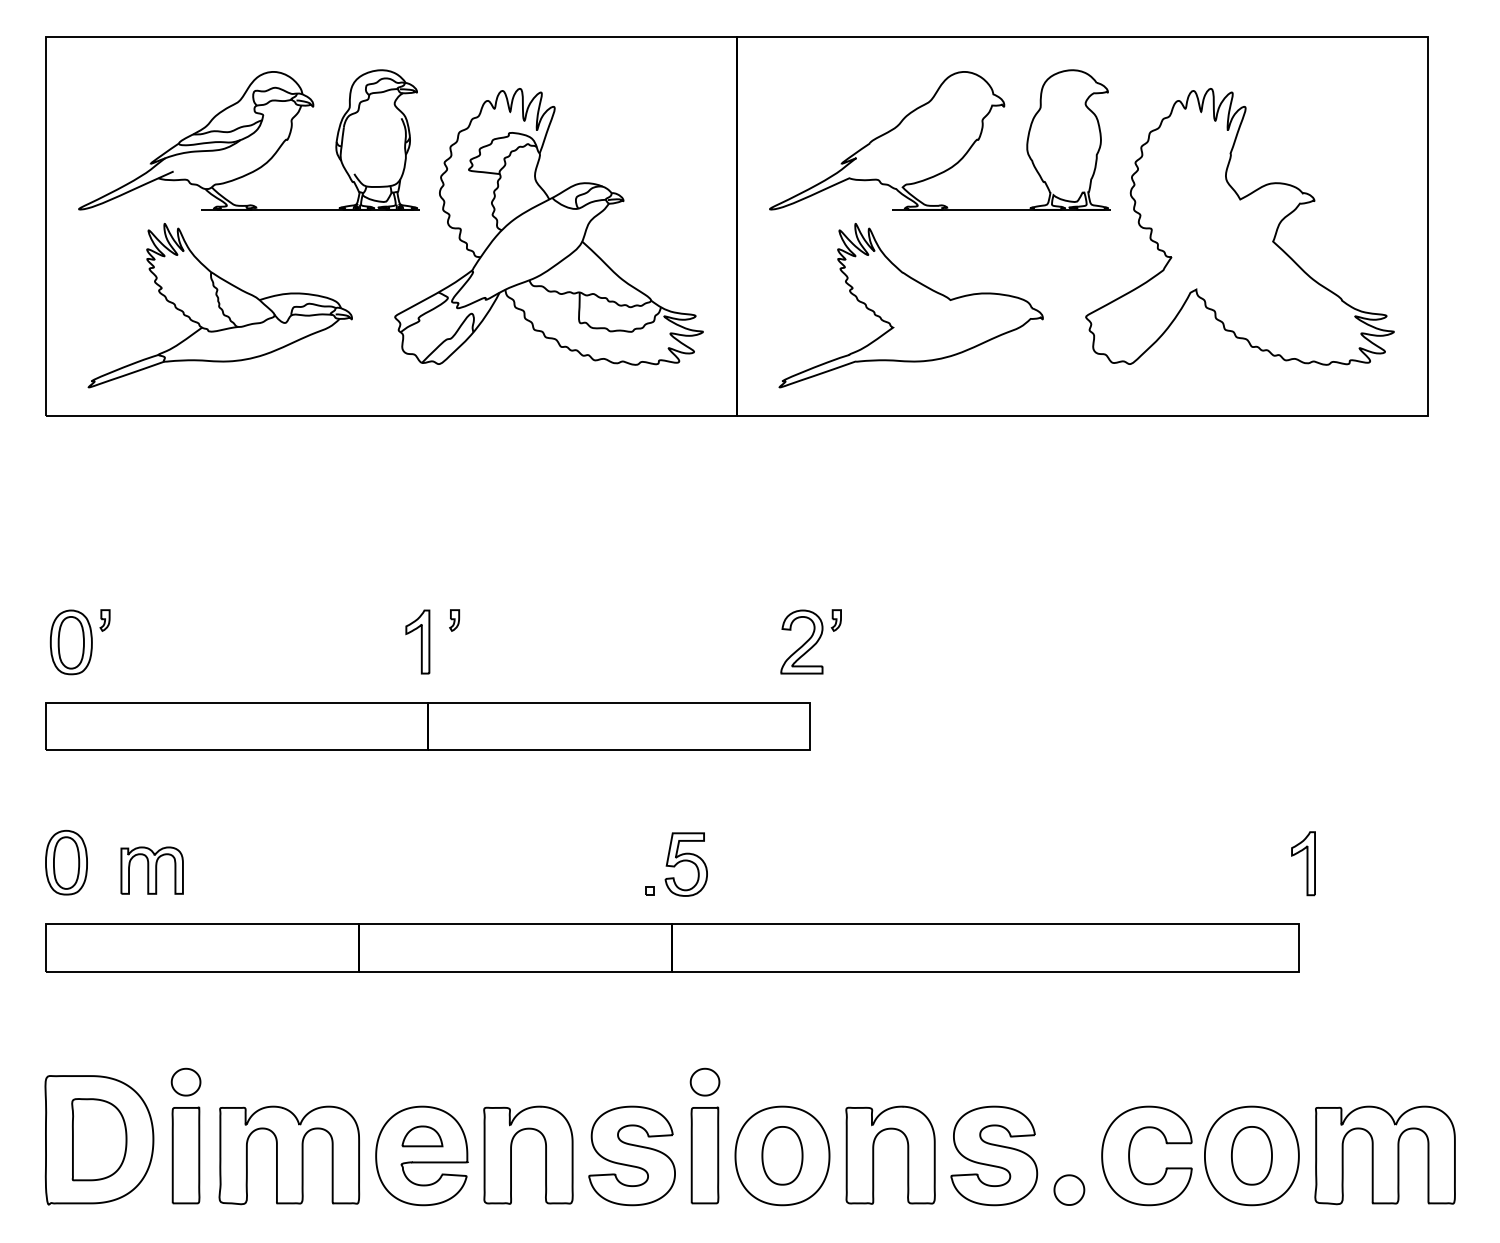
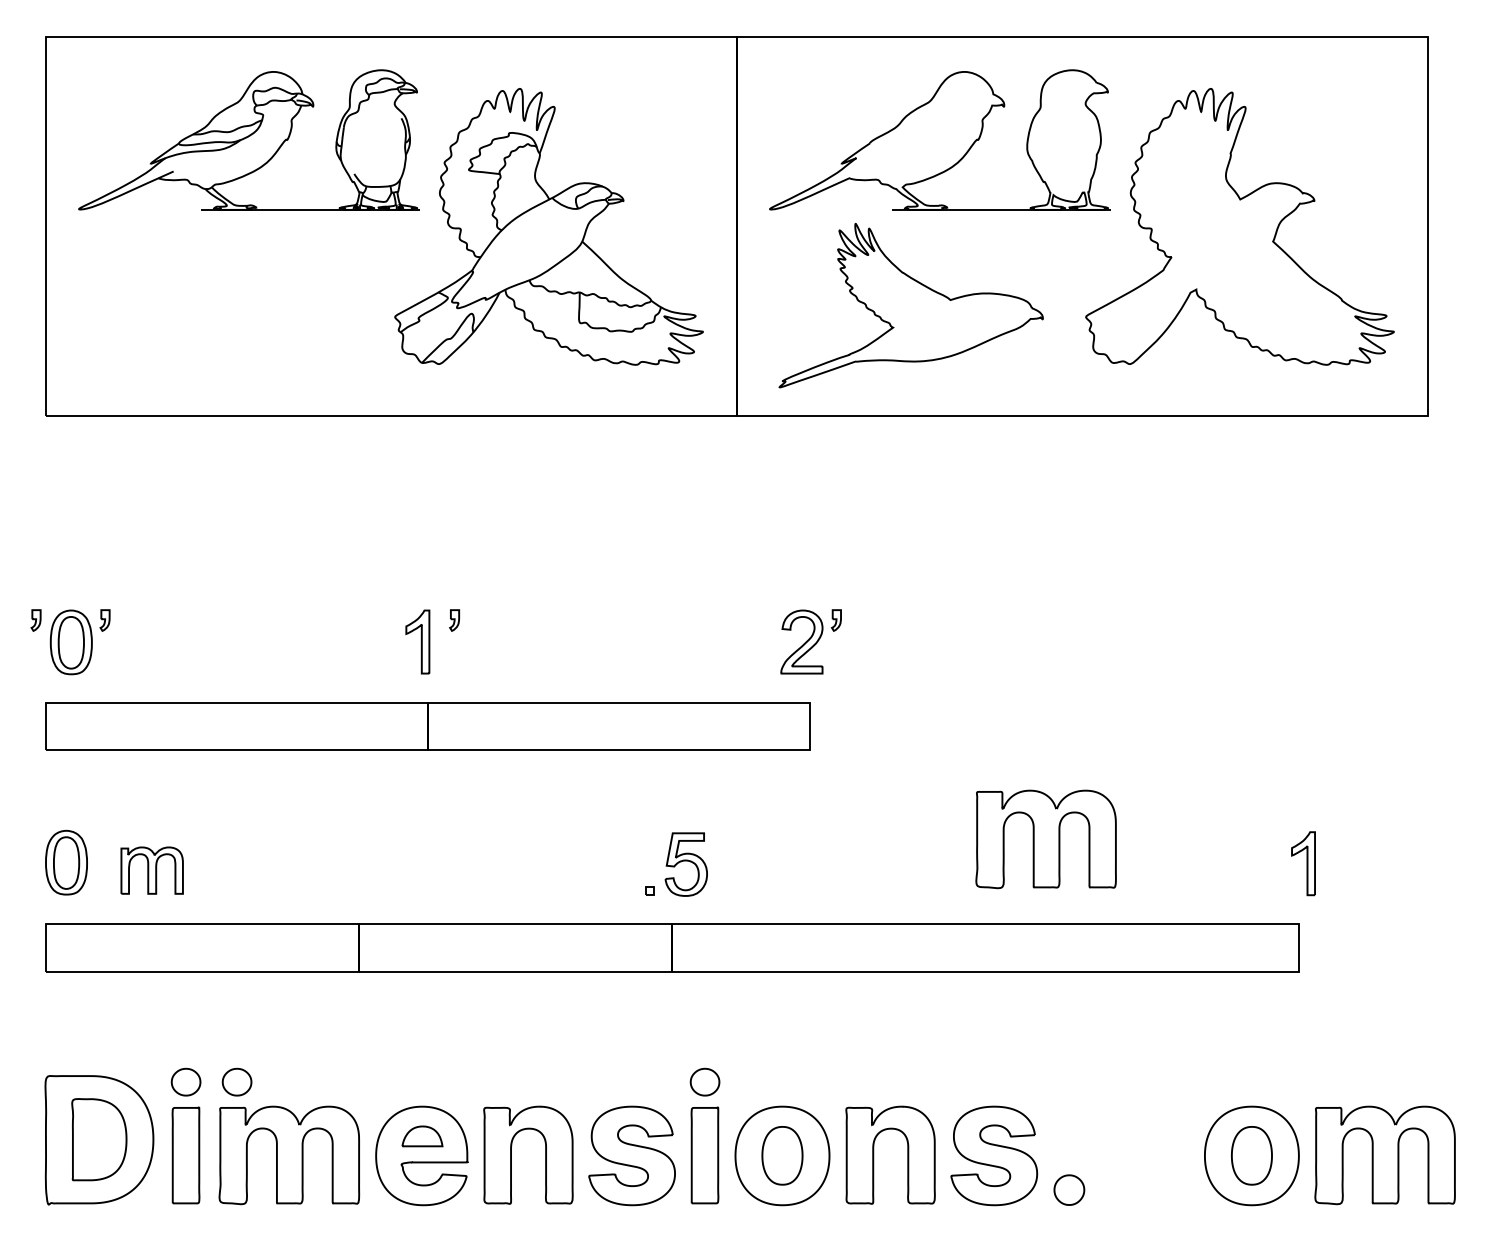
part at (219, 305): present -> none
part at (35, 620): none -> present
part at (1045, 839): none -> present
part at (236, 1081): none -> present
part at (1130, 1151): present -> none
